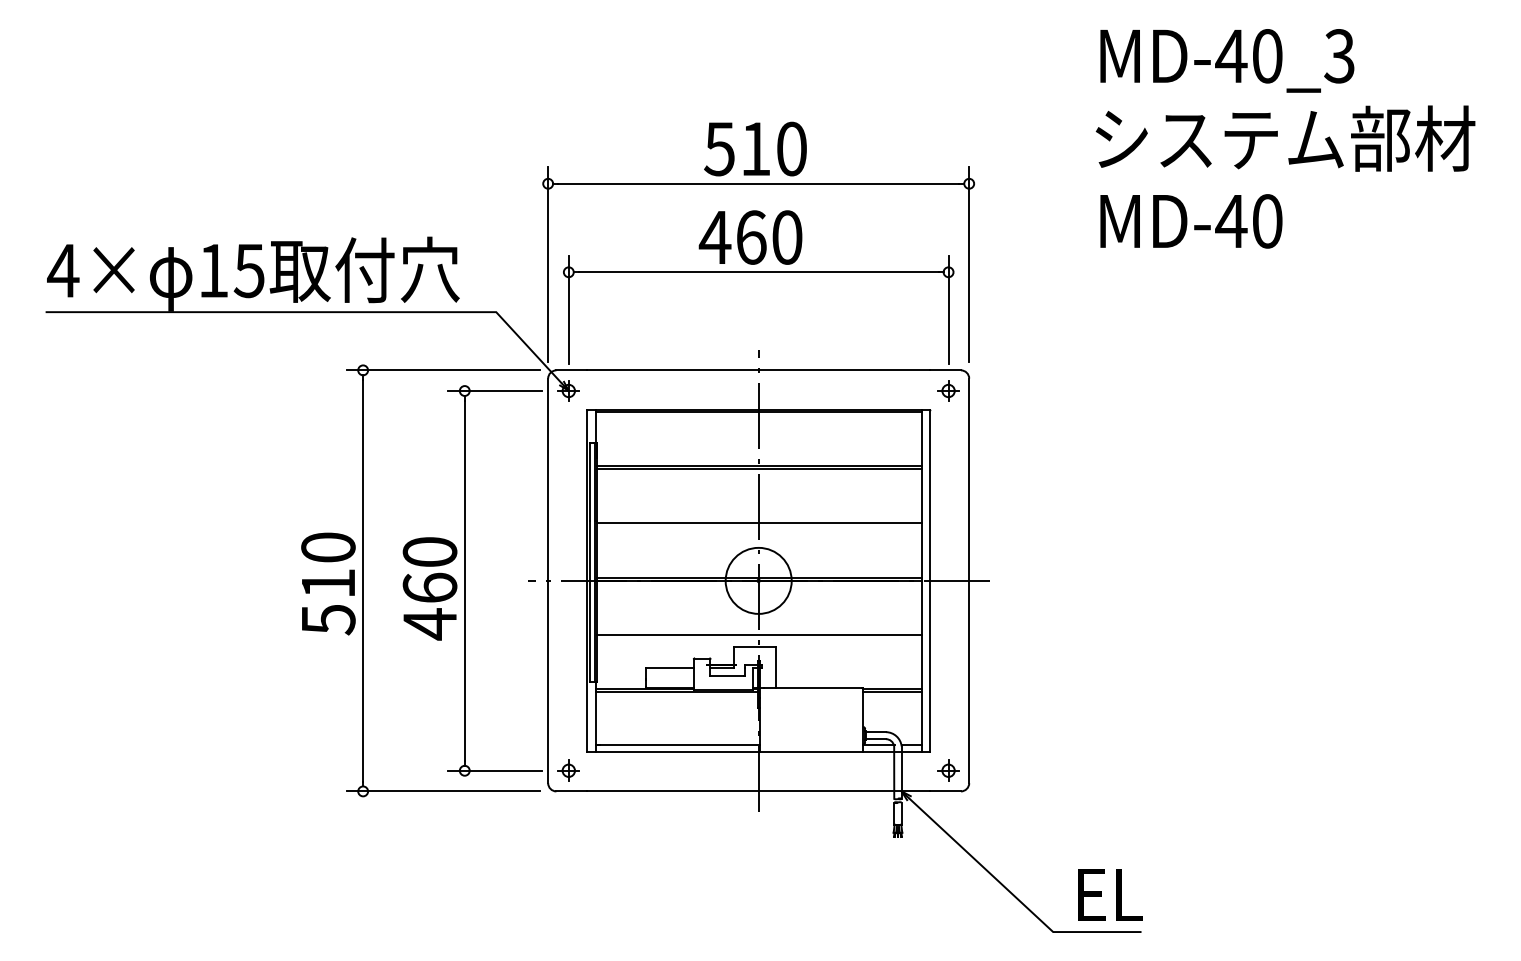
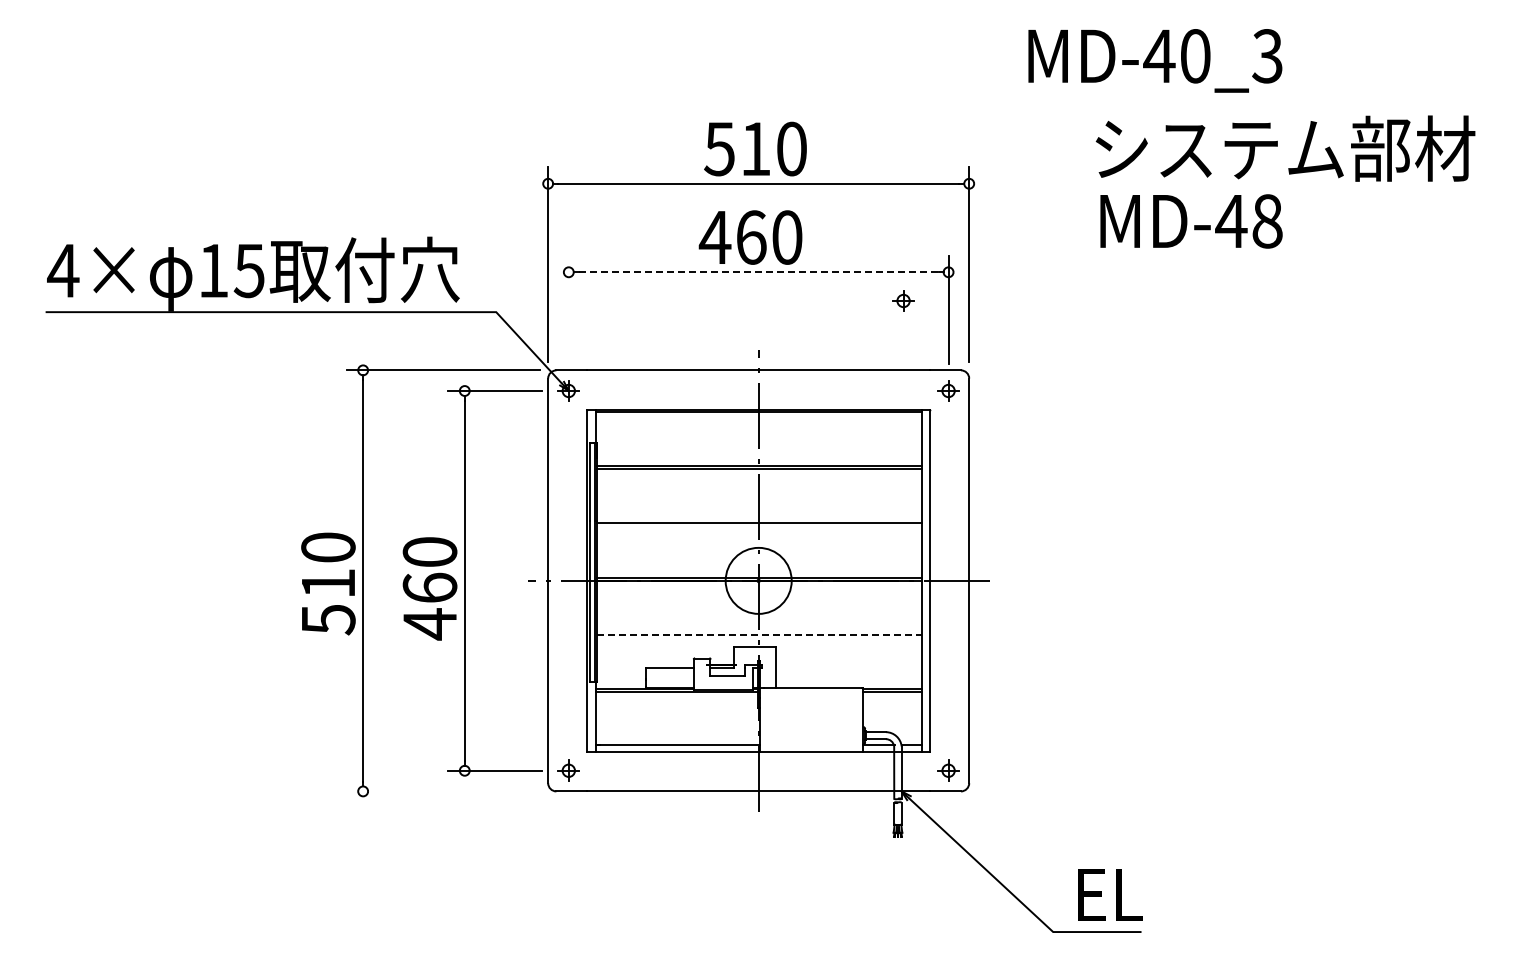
text at (1227, 60) position: (1227, 60) -> (1155, 60)
text at (1285, 138) position: (1285, 138) -> (1285, 148)
text at (1267, 221): MD-40 -> MD-48
line at (758, 272): solid -> dashed
part at (903, 300): none -> present
line at (568, 309): present -> none
line at (759, 634): solid -> dashed
line at (442, 791): present -> none
